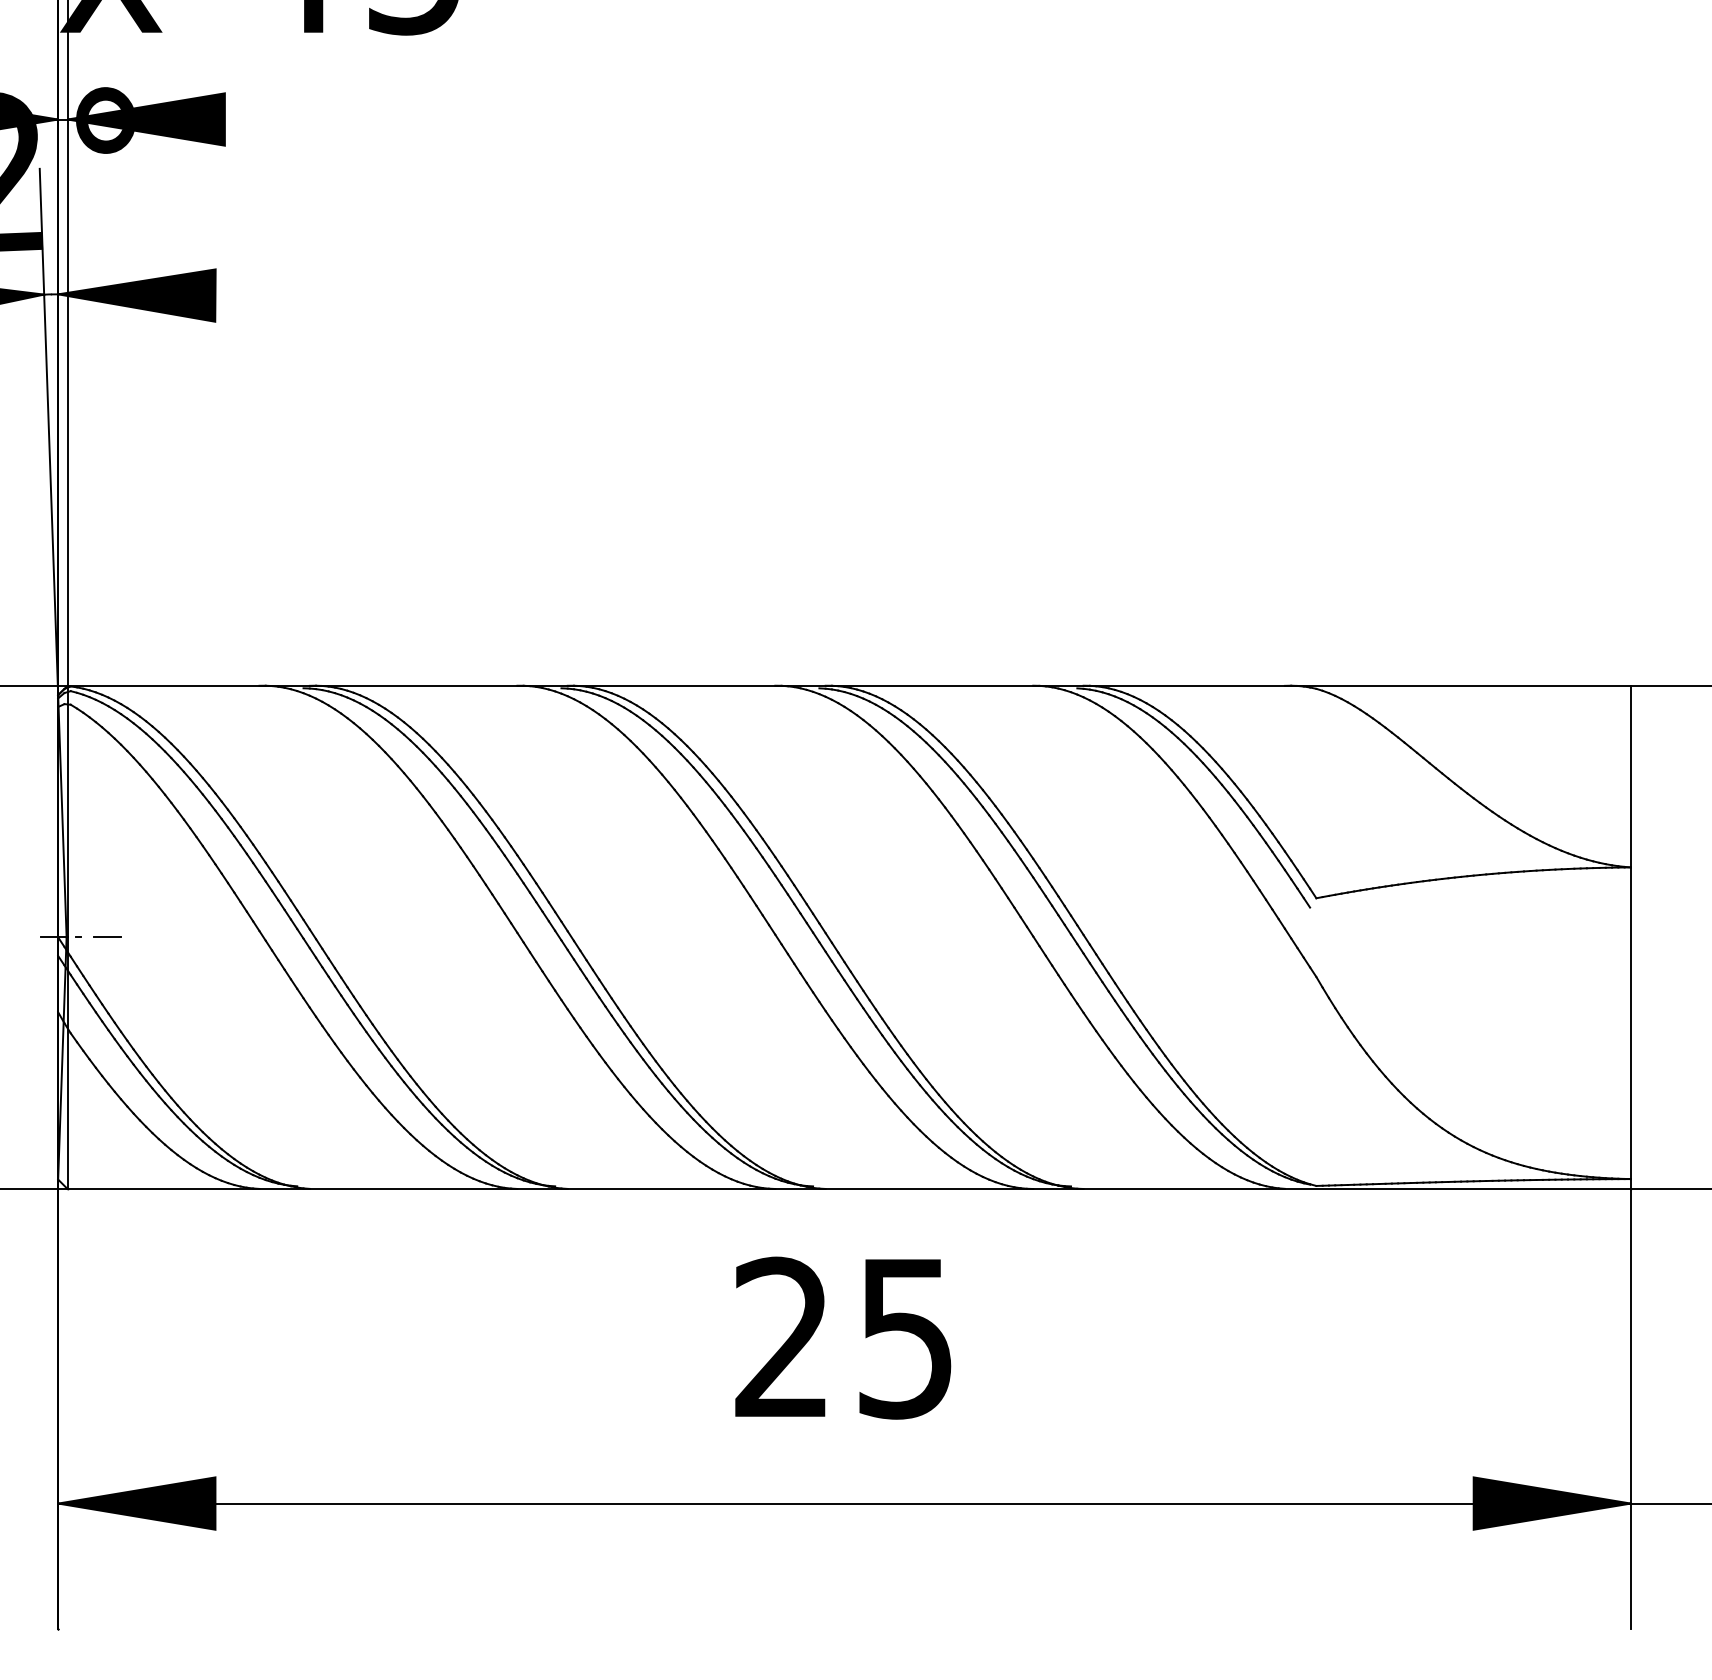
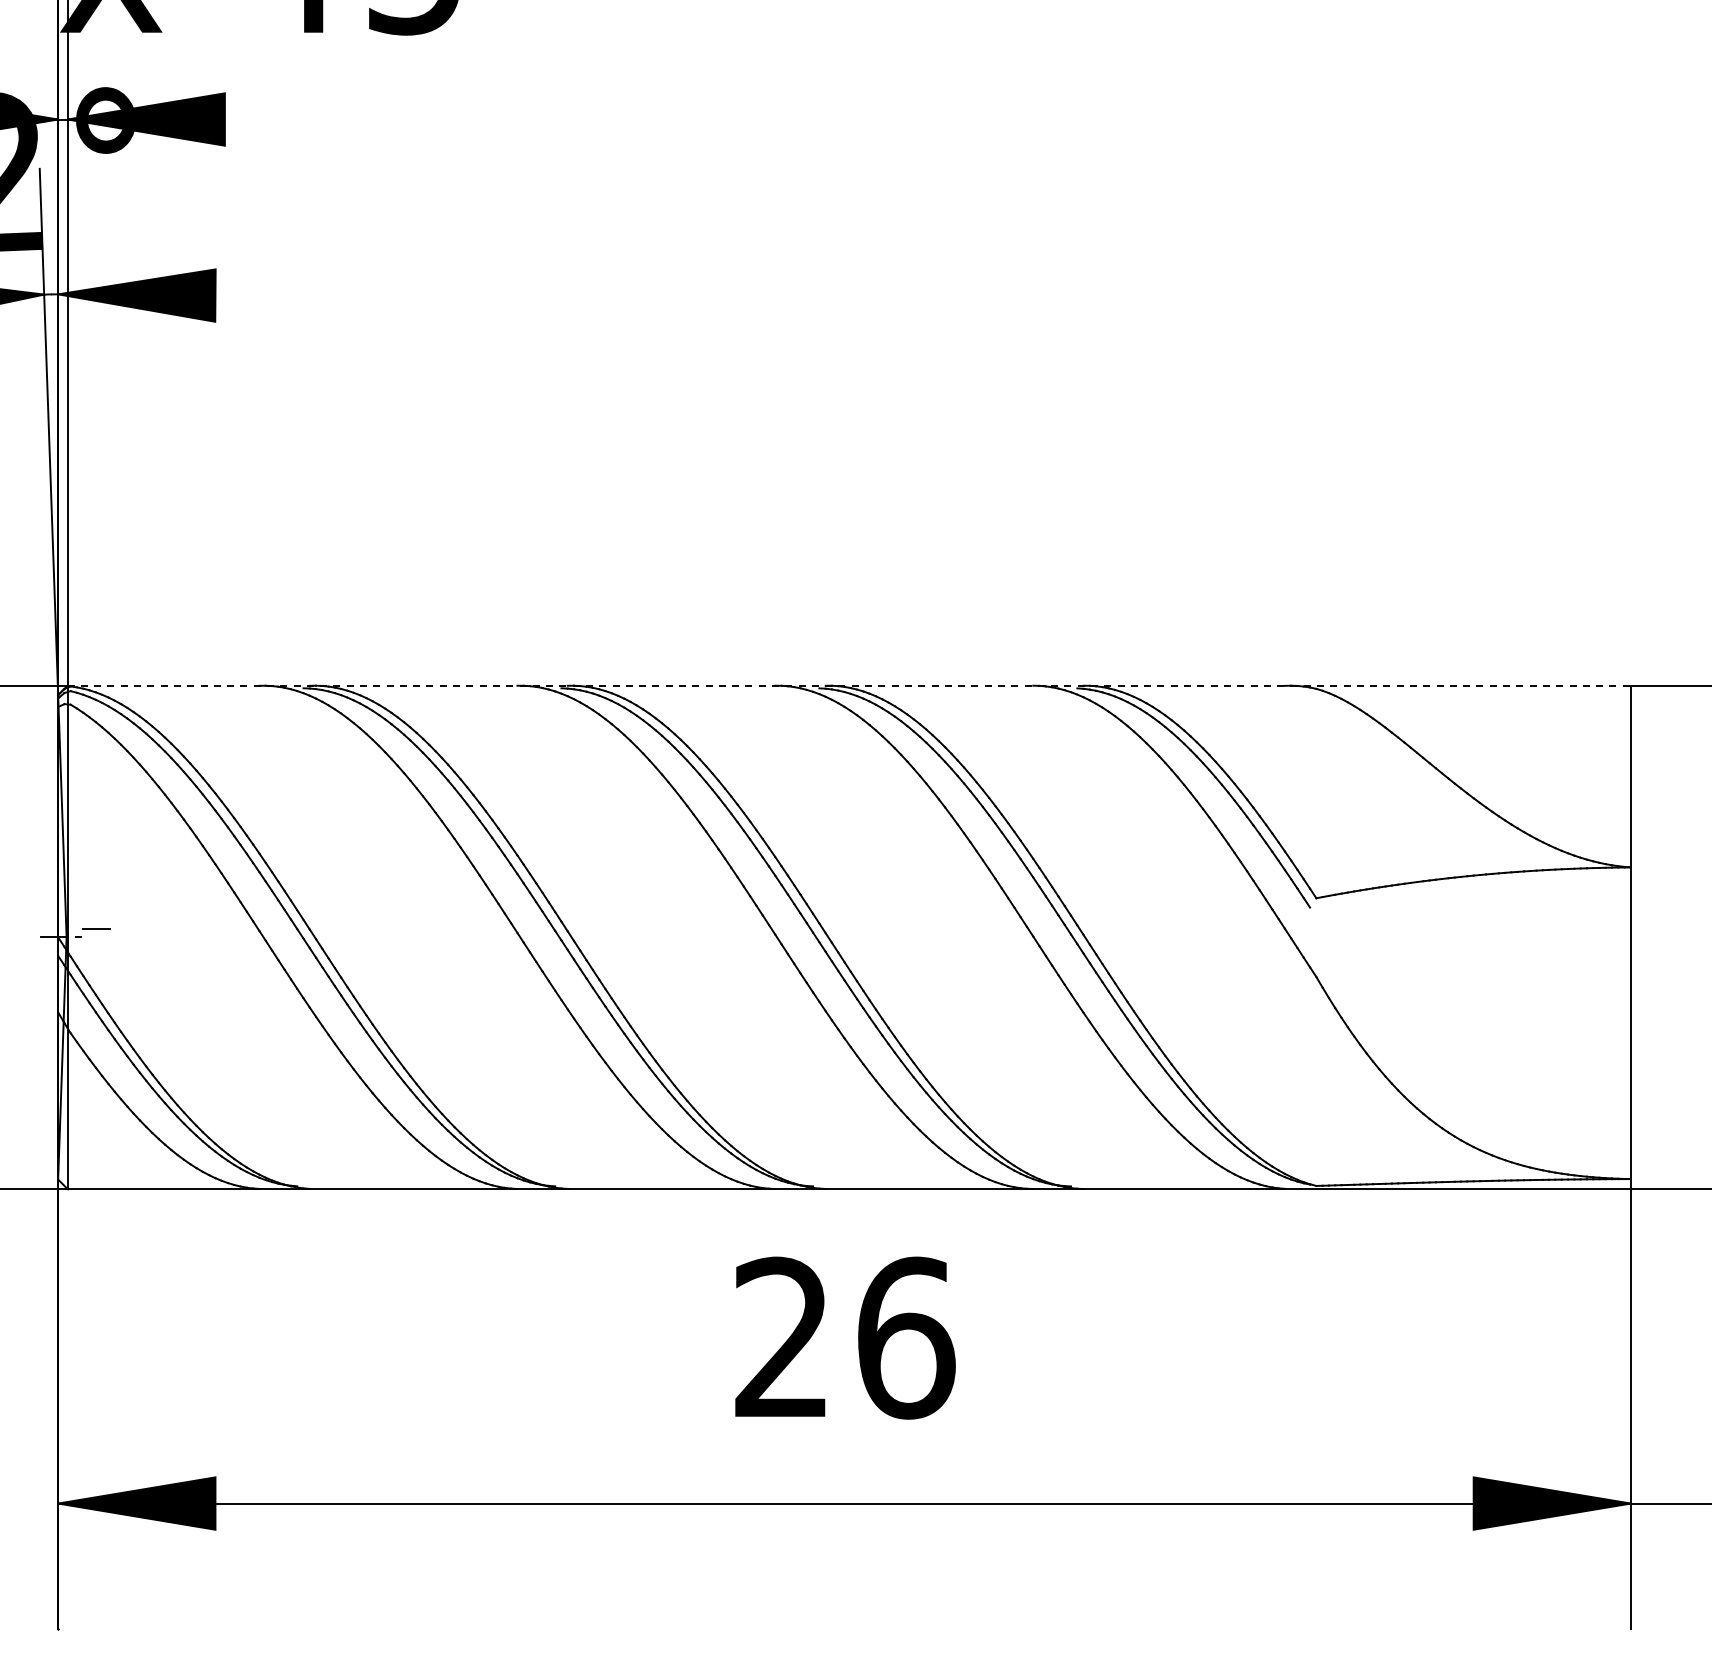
line at (849, 685): solid -> dashed
line at (107, 936) position: (107, 936) -> (96, 928)
text at (906, 1337): 25 -> 26
